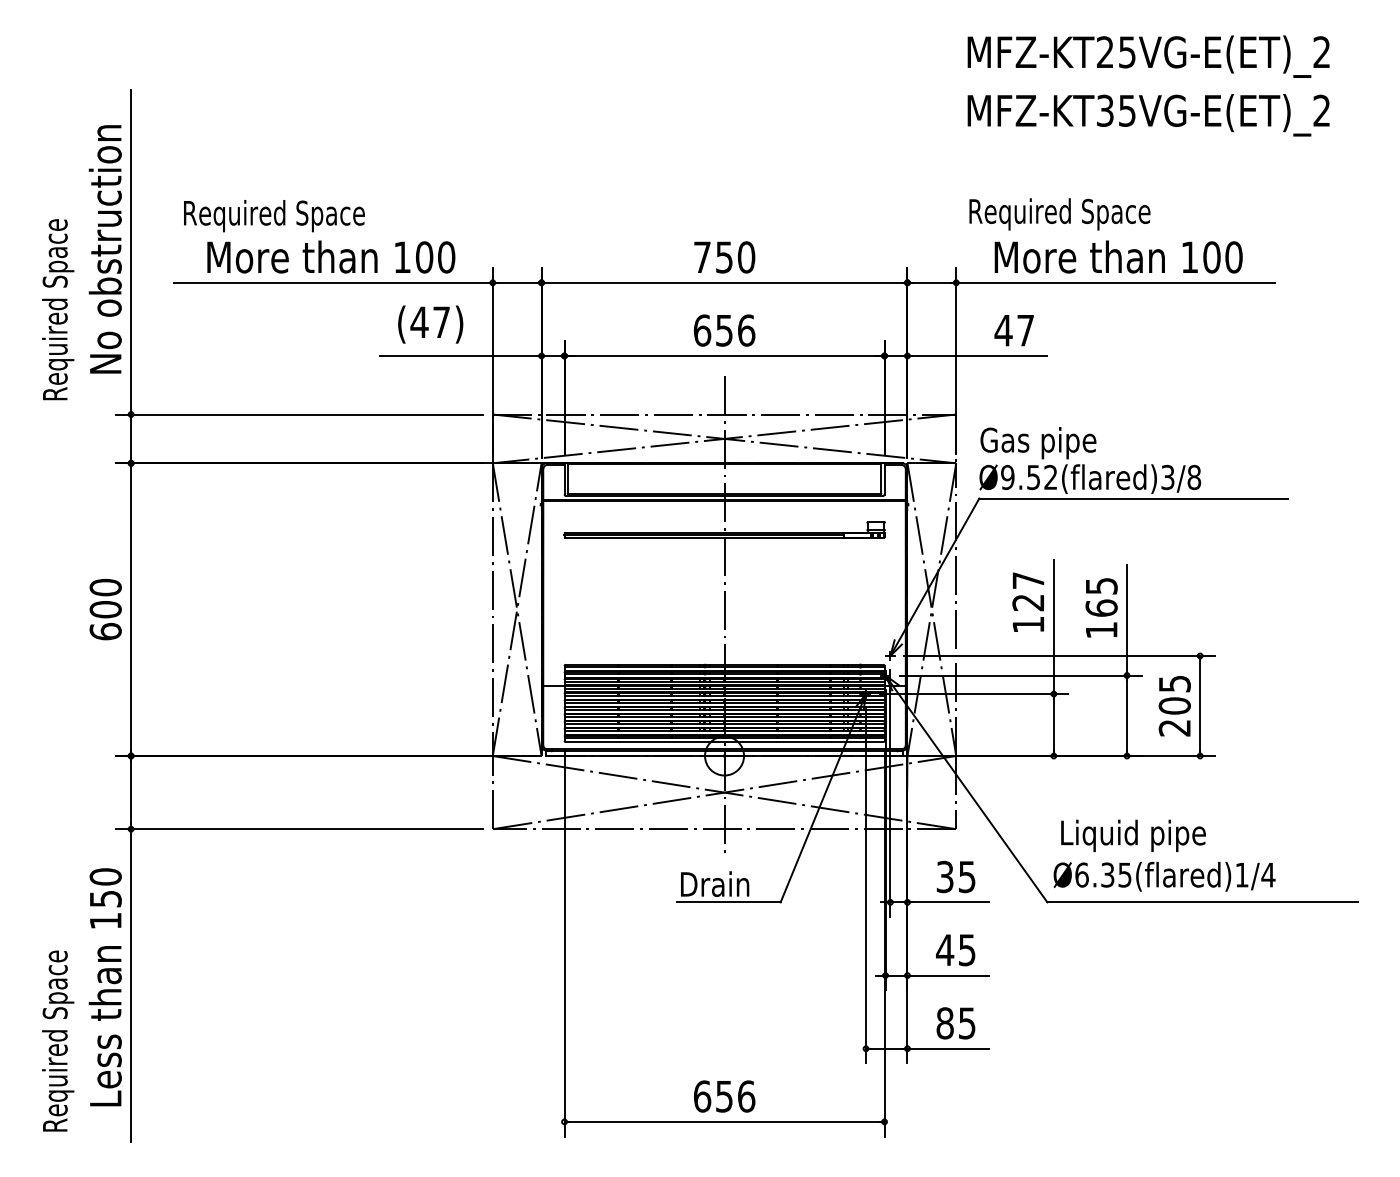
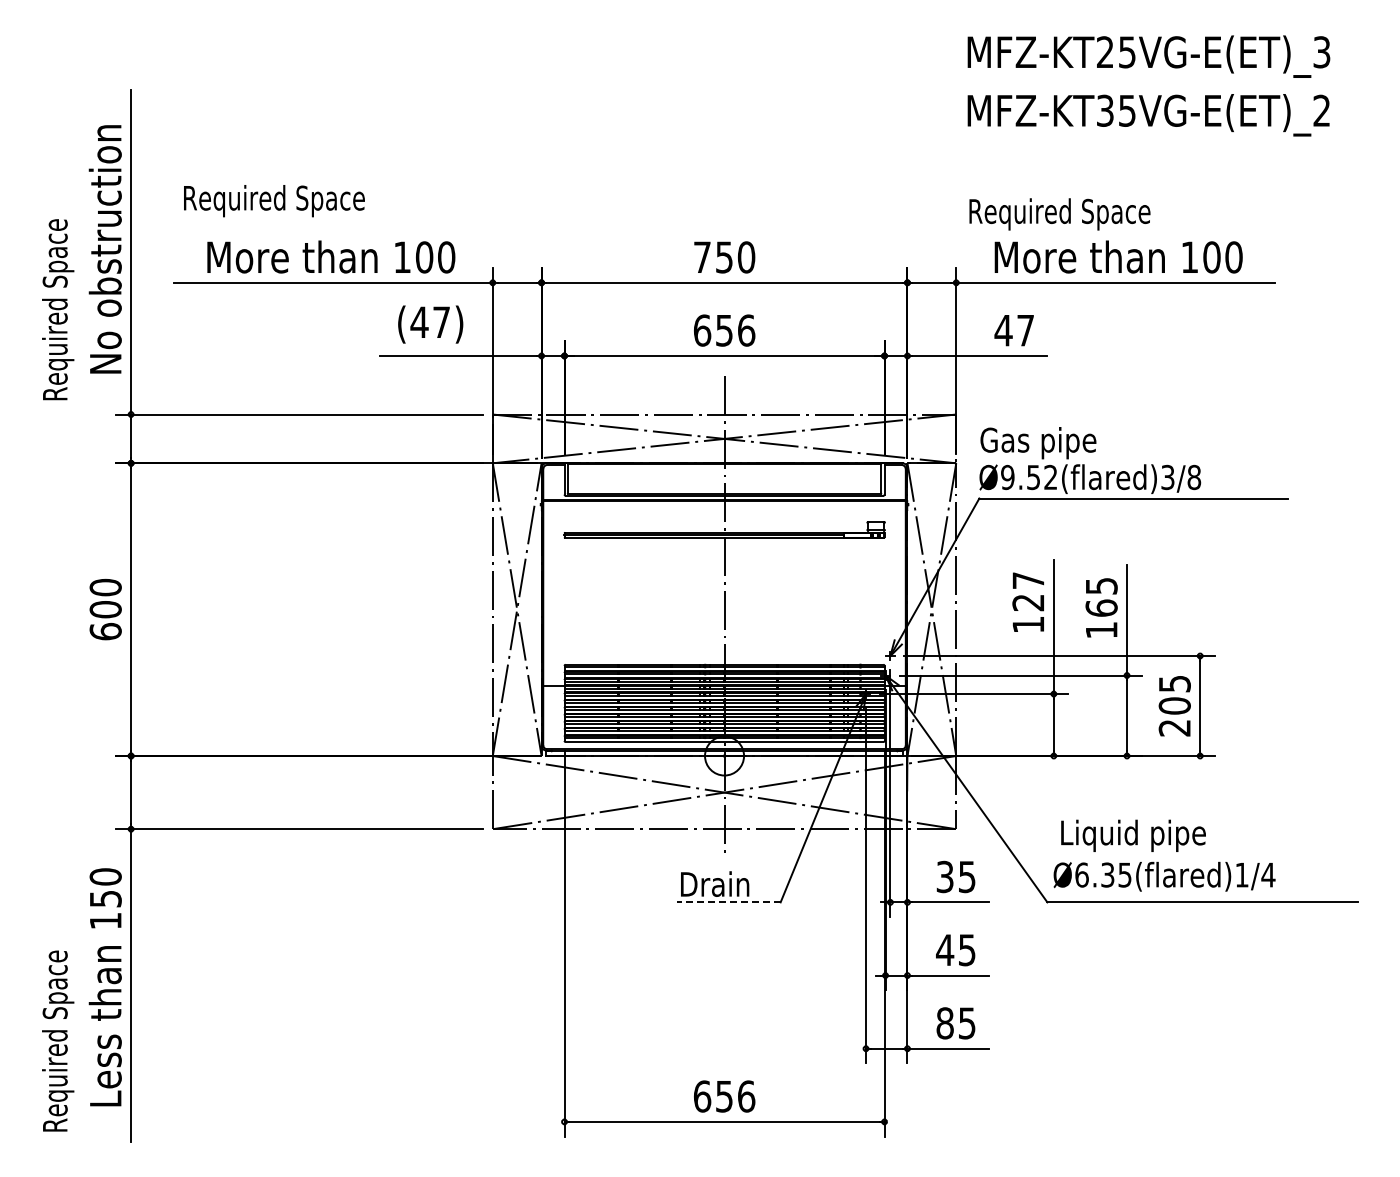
text at (1321, 52): MFZ-KT25VG-E(ET)_2 -> MFZ-KT25VG-E(ET)_3
text at (274, 216) position: (274, 216) -> (274, 201)
line at (728, 902): solid -> dashed
